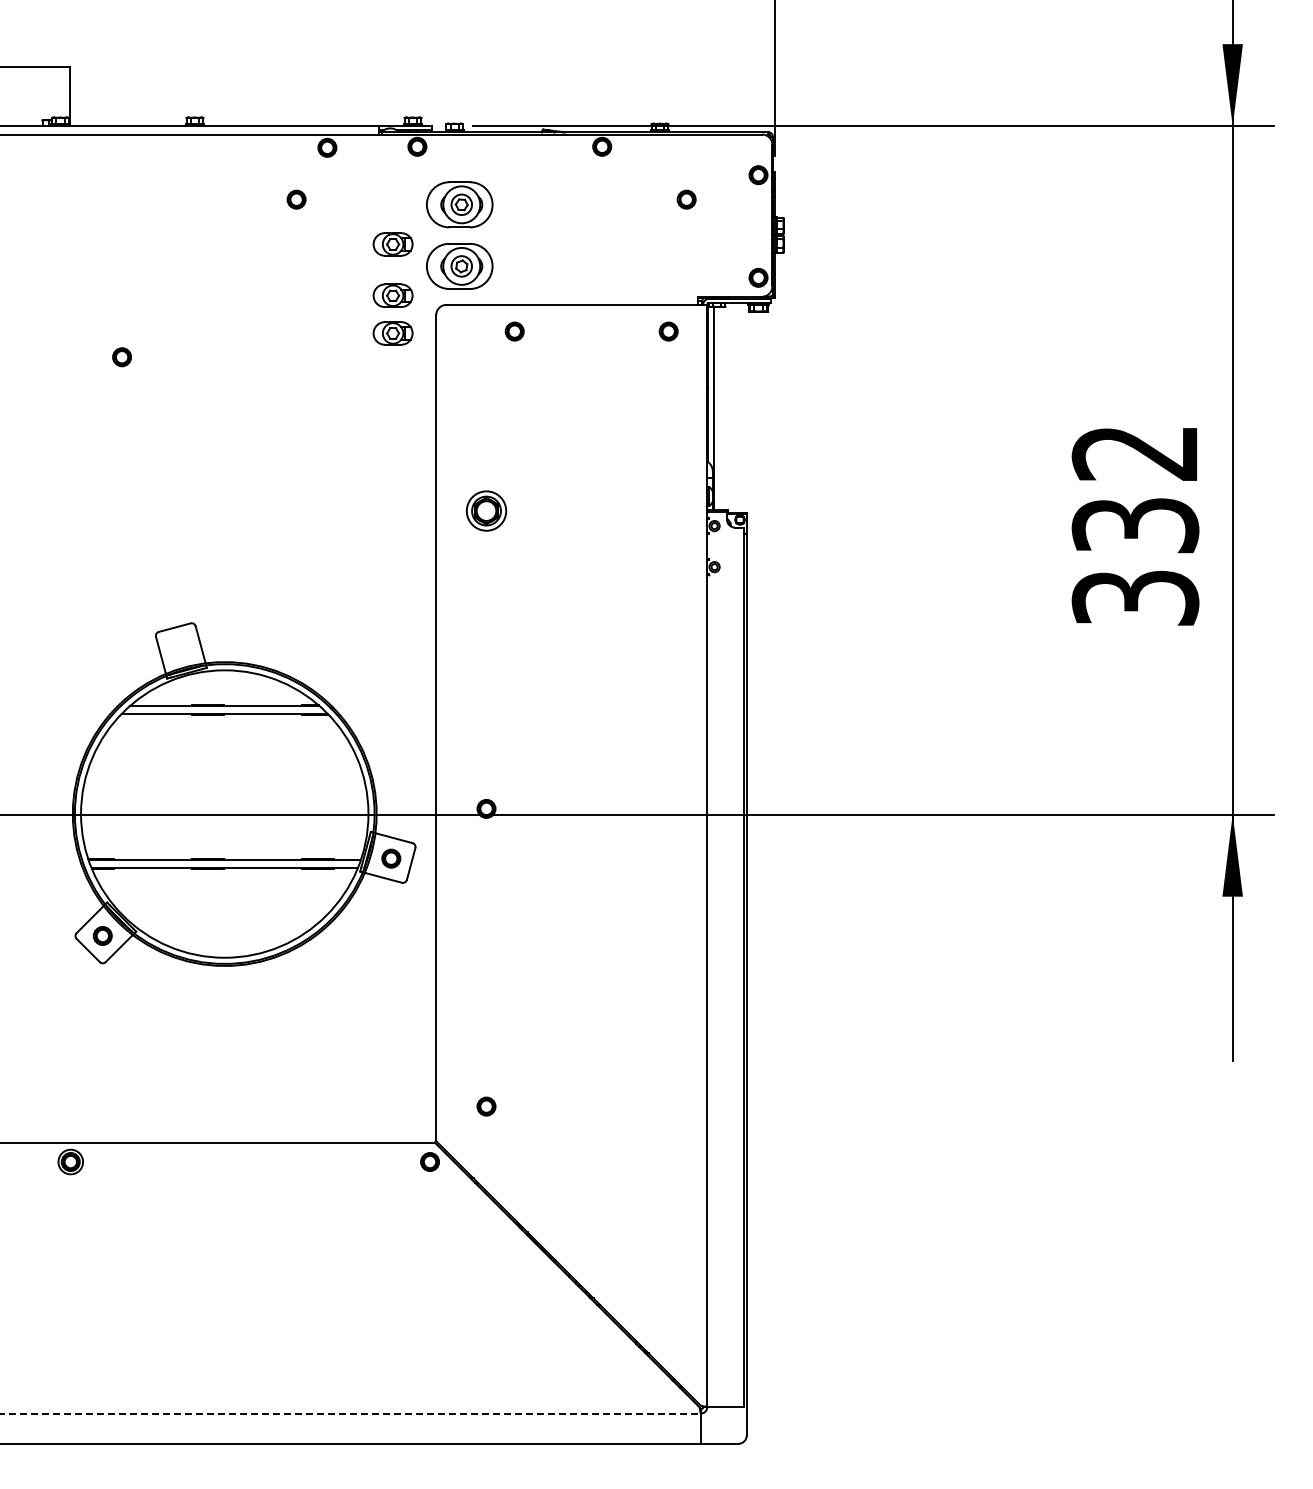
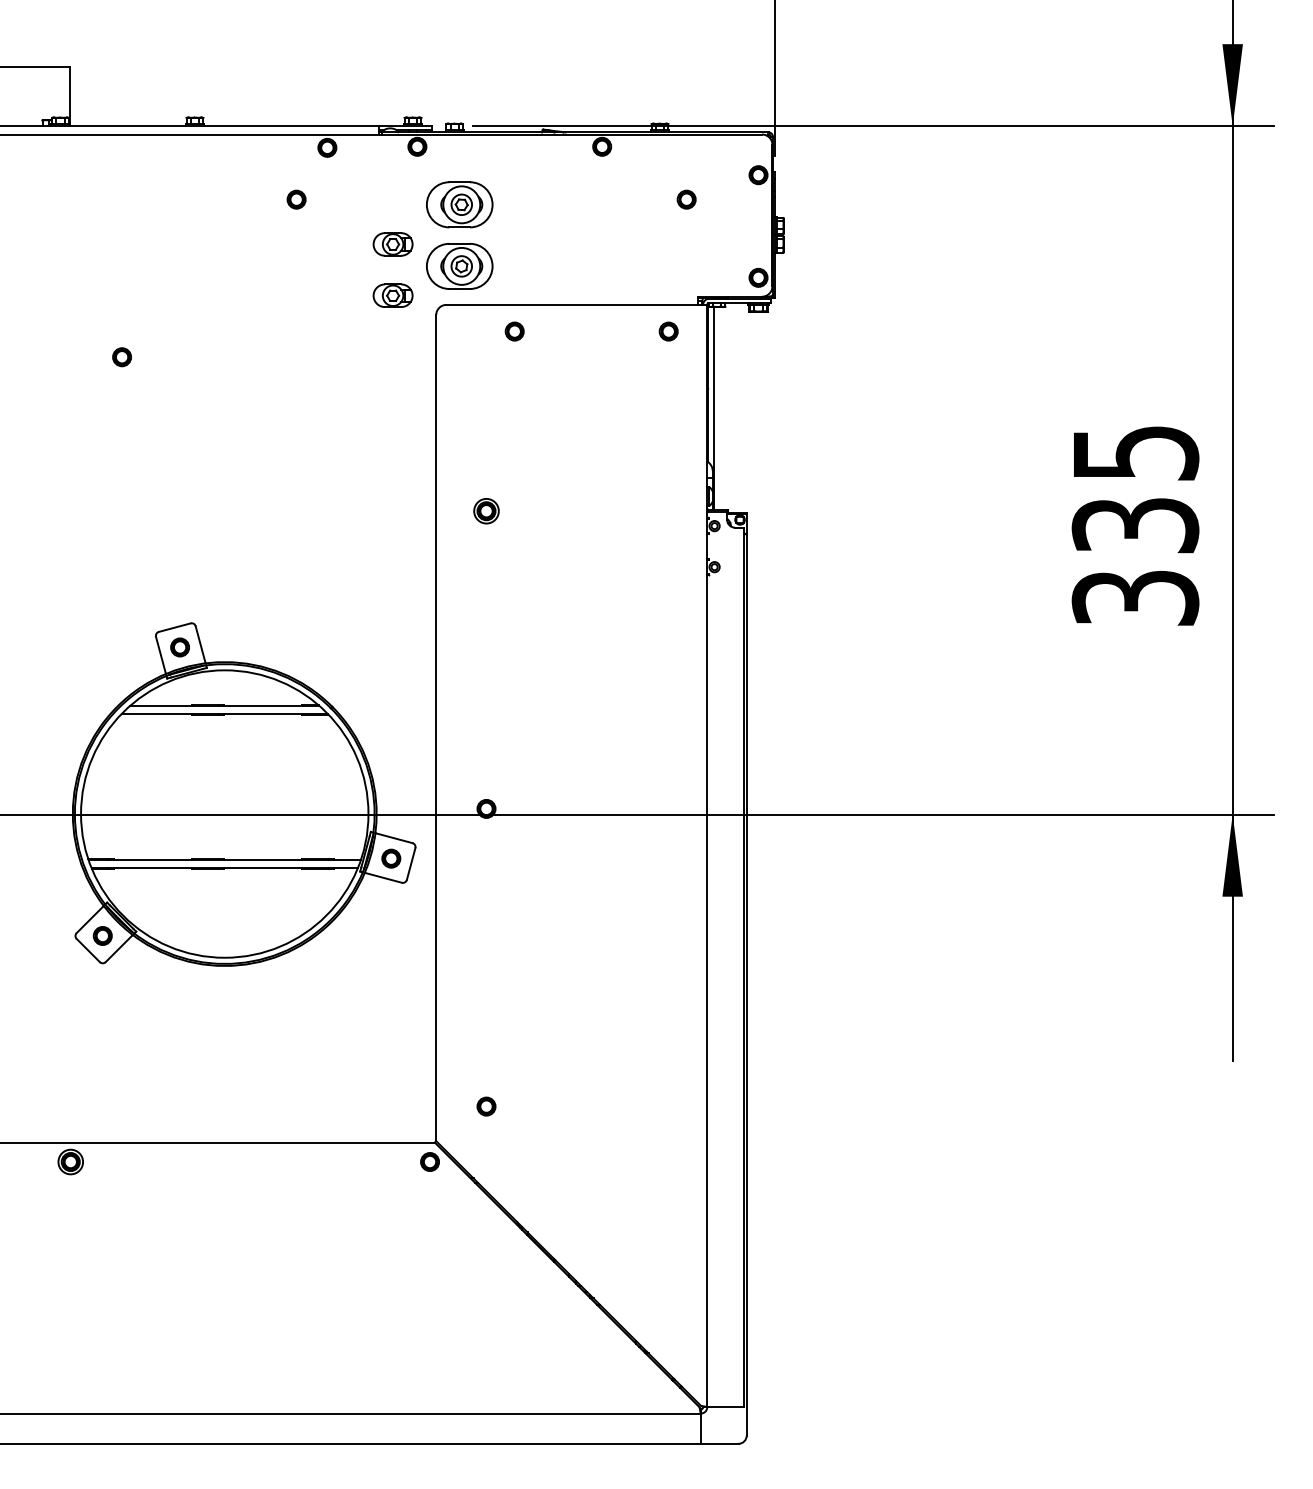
part at (392, 333): present -> none
text at (1135, 453): 332 -> 335
part at (486, 510) size: 43x42 px -> 27x27 px
part at (179, 647): none -> present
line at (351, 1413): dashed -> solid
